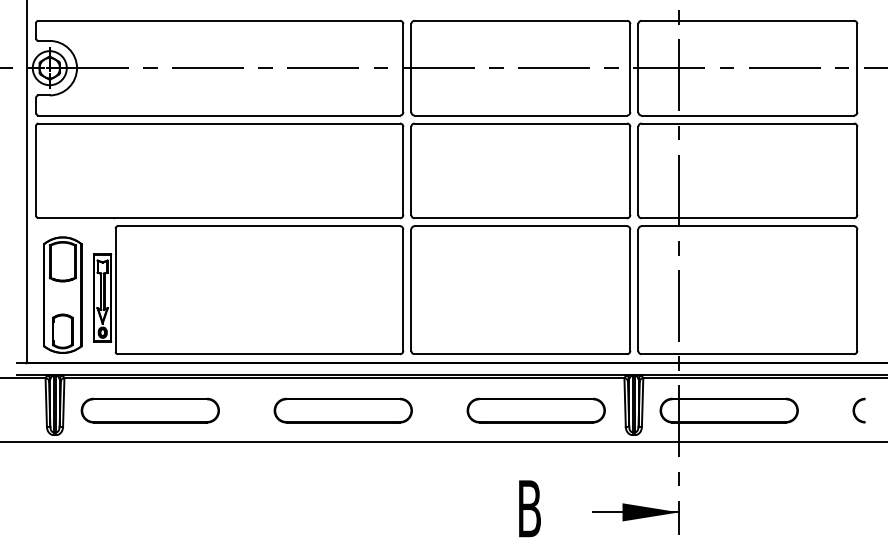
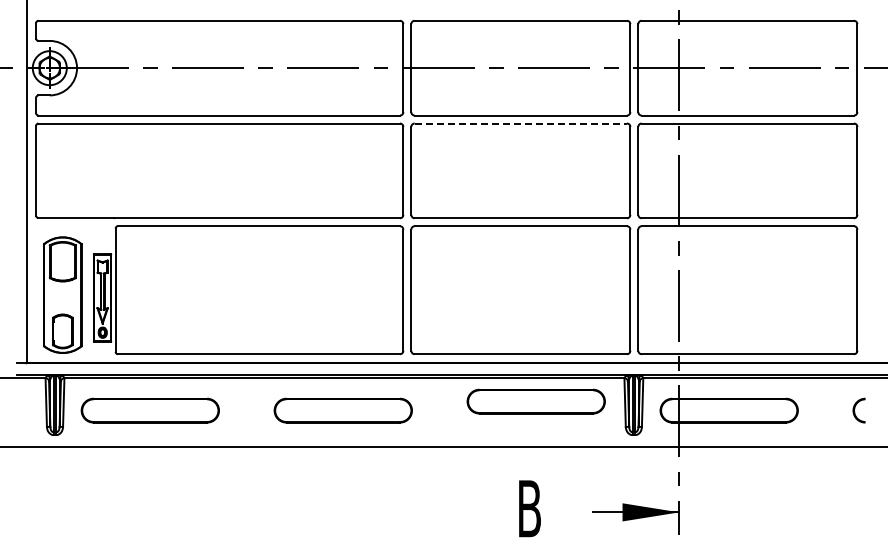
line at (521, 123): solid -> dashed
part at (535, 410) position: (535, 410) -> (535, 401)
line at (443, 442) position: (443, 442) -> (443, 447)
